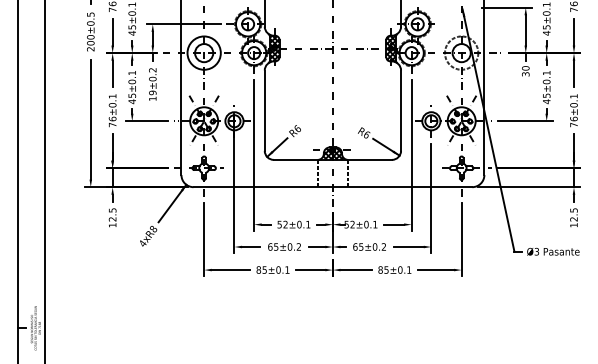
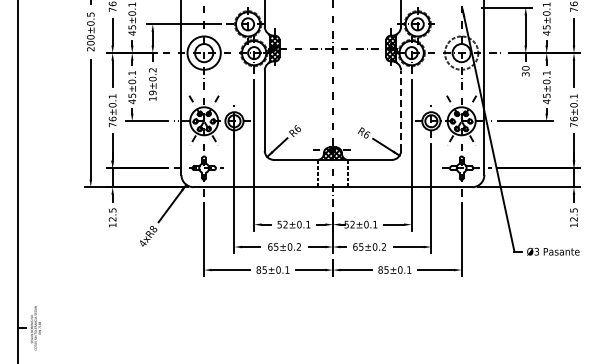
line at (401, 110): solid -> dashed
line at (45, 181): present -> none
